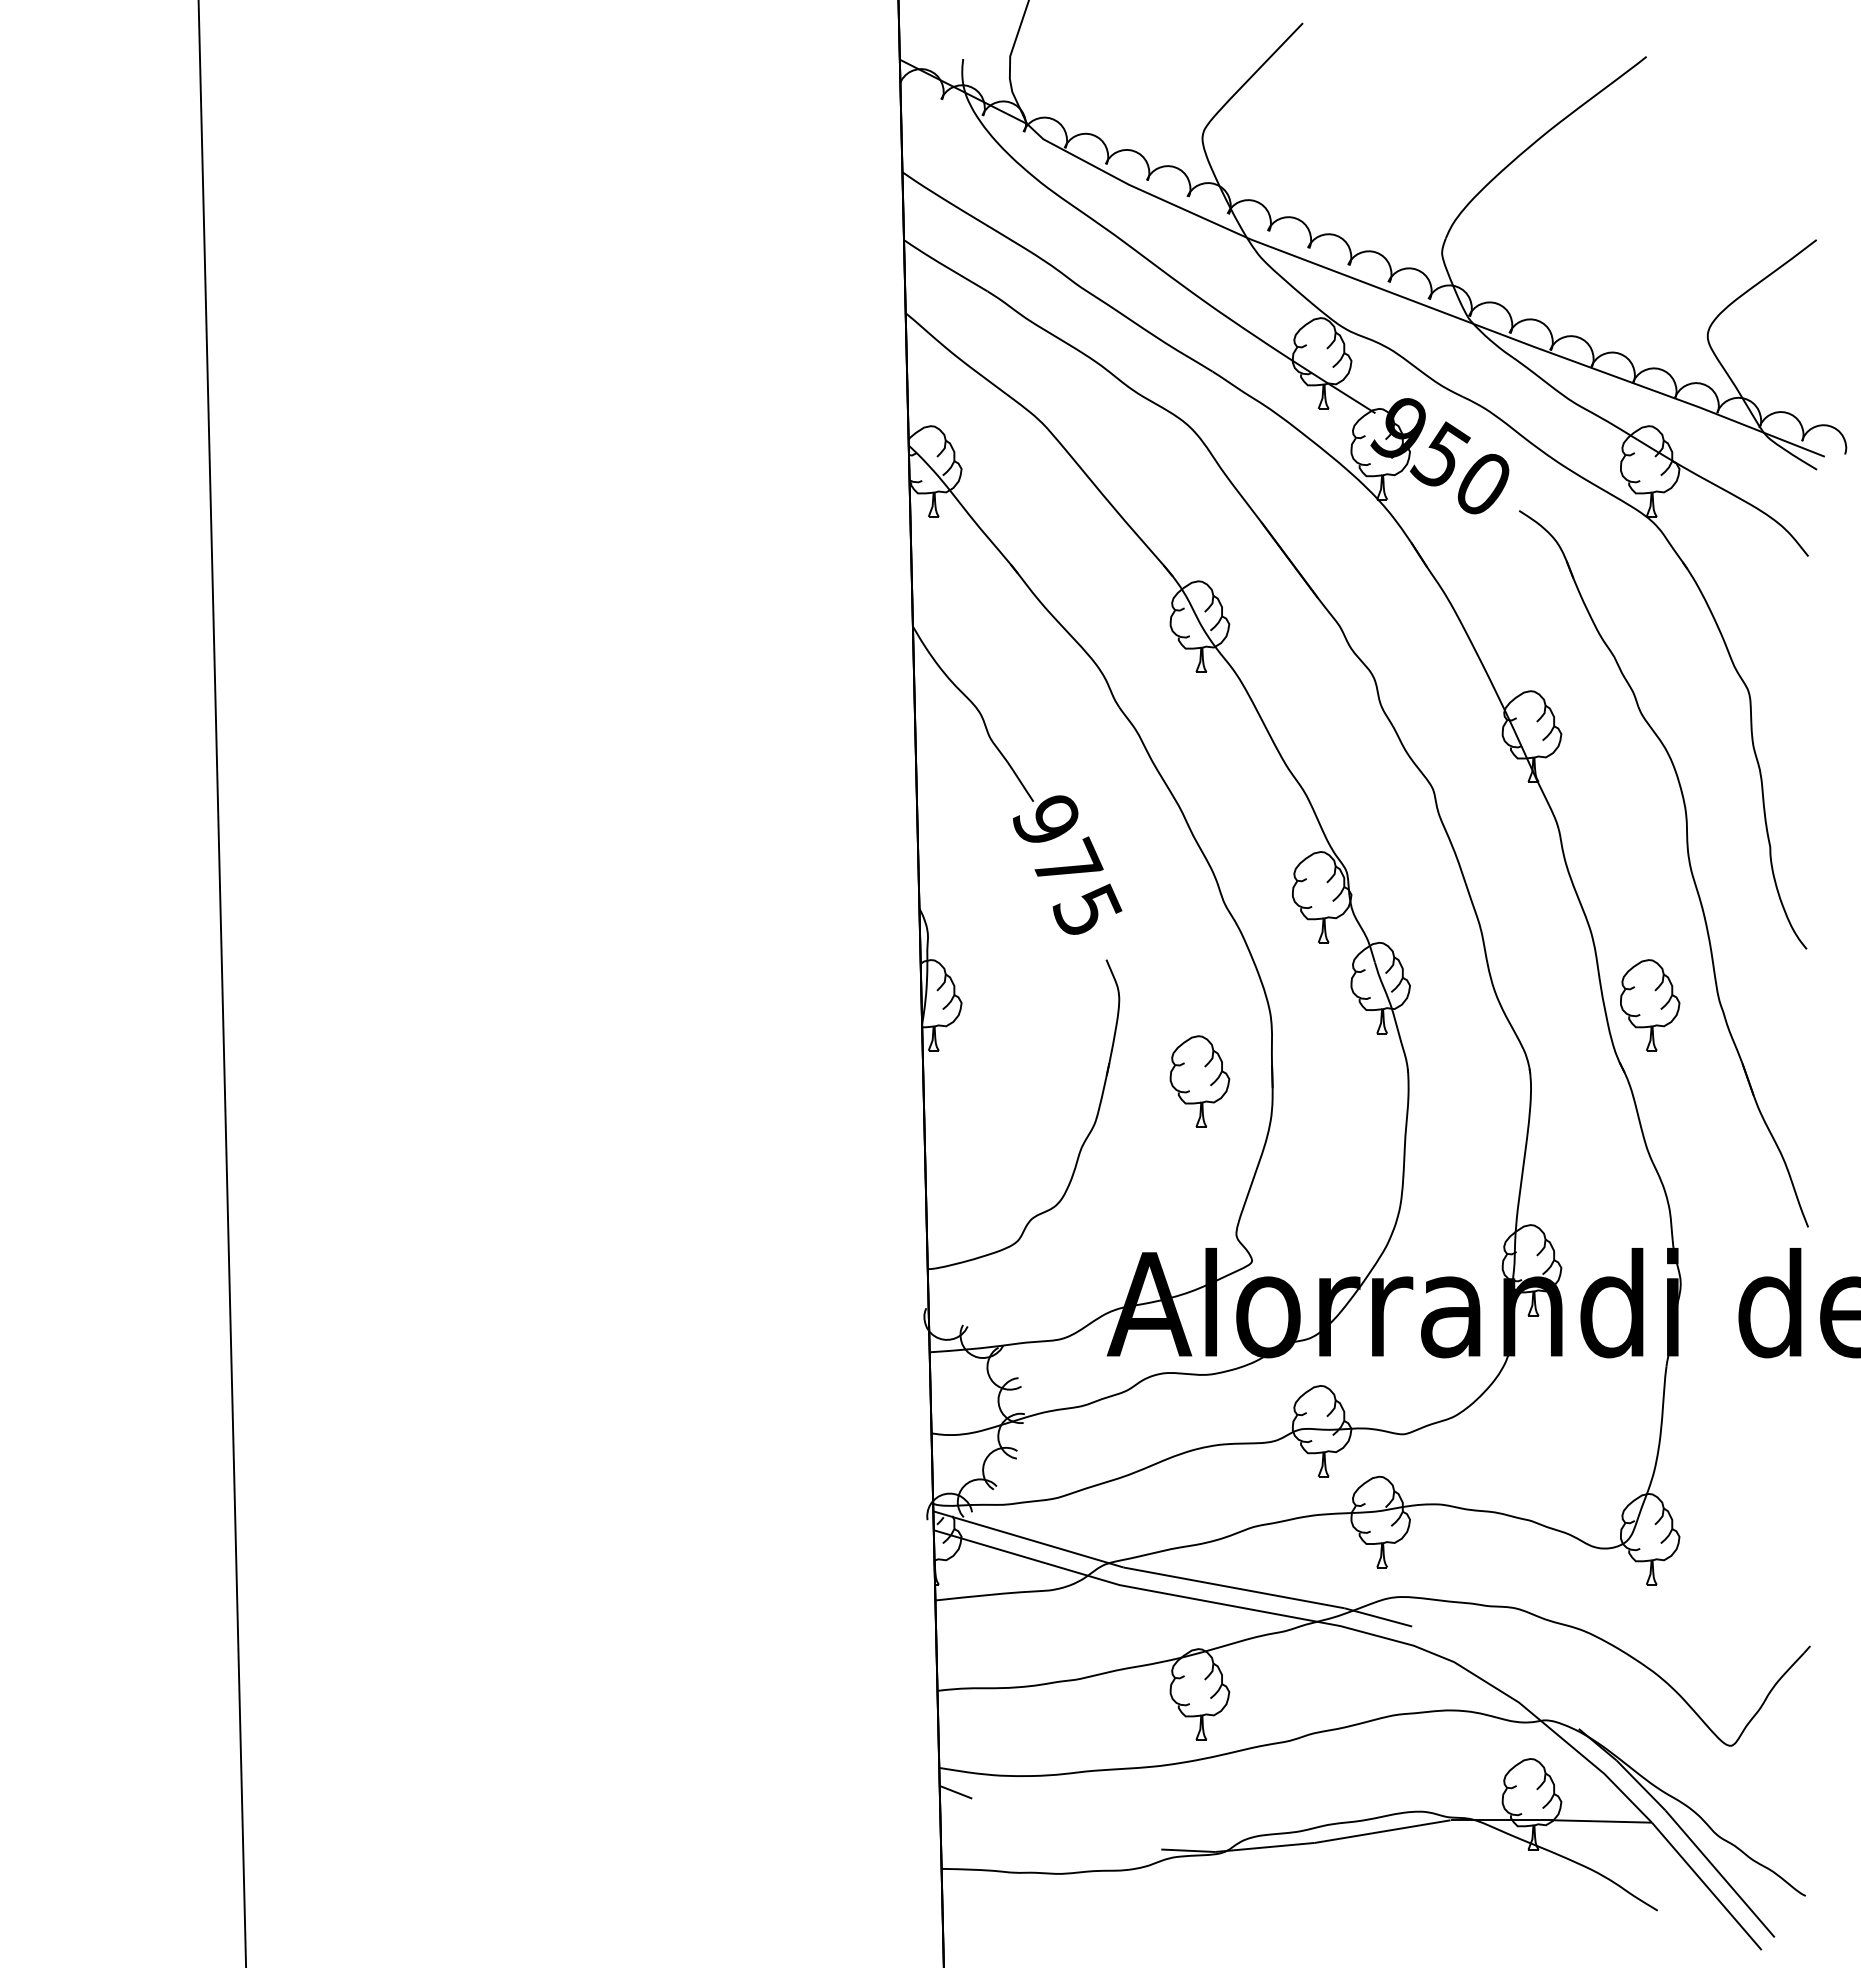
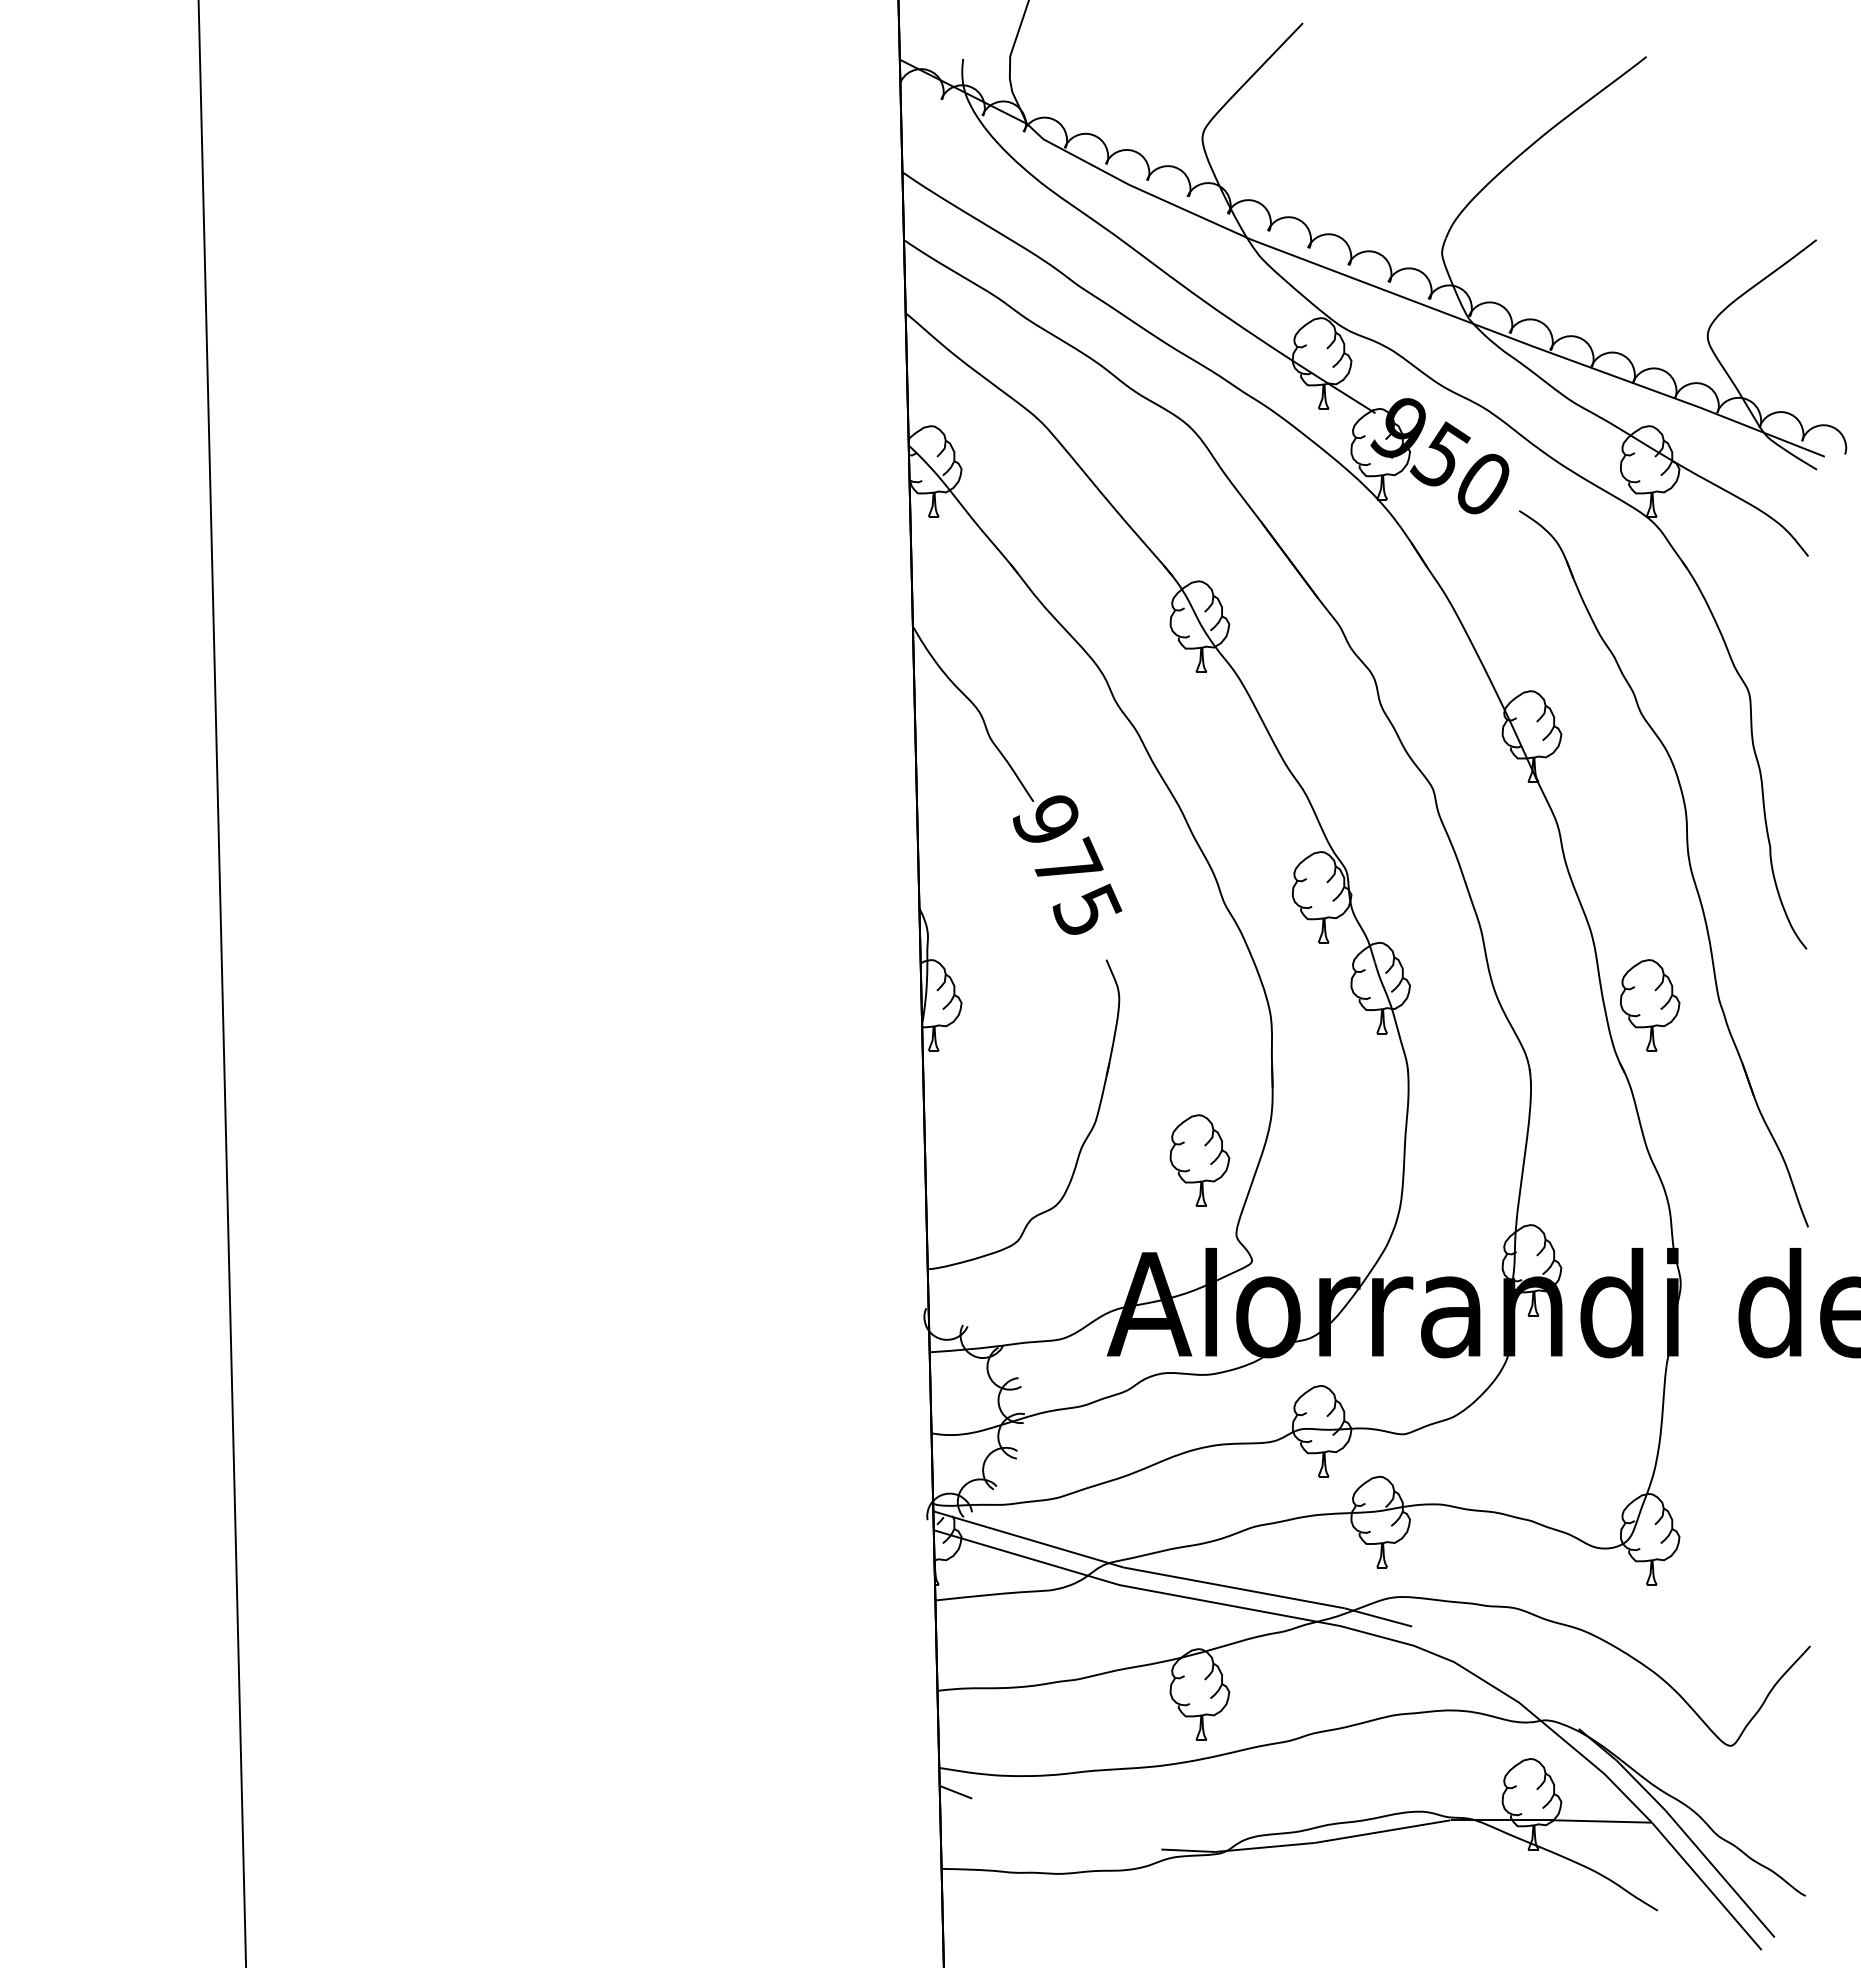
part at (1199, 1081) position: (1199, 1081) -> (1199, 1160)
